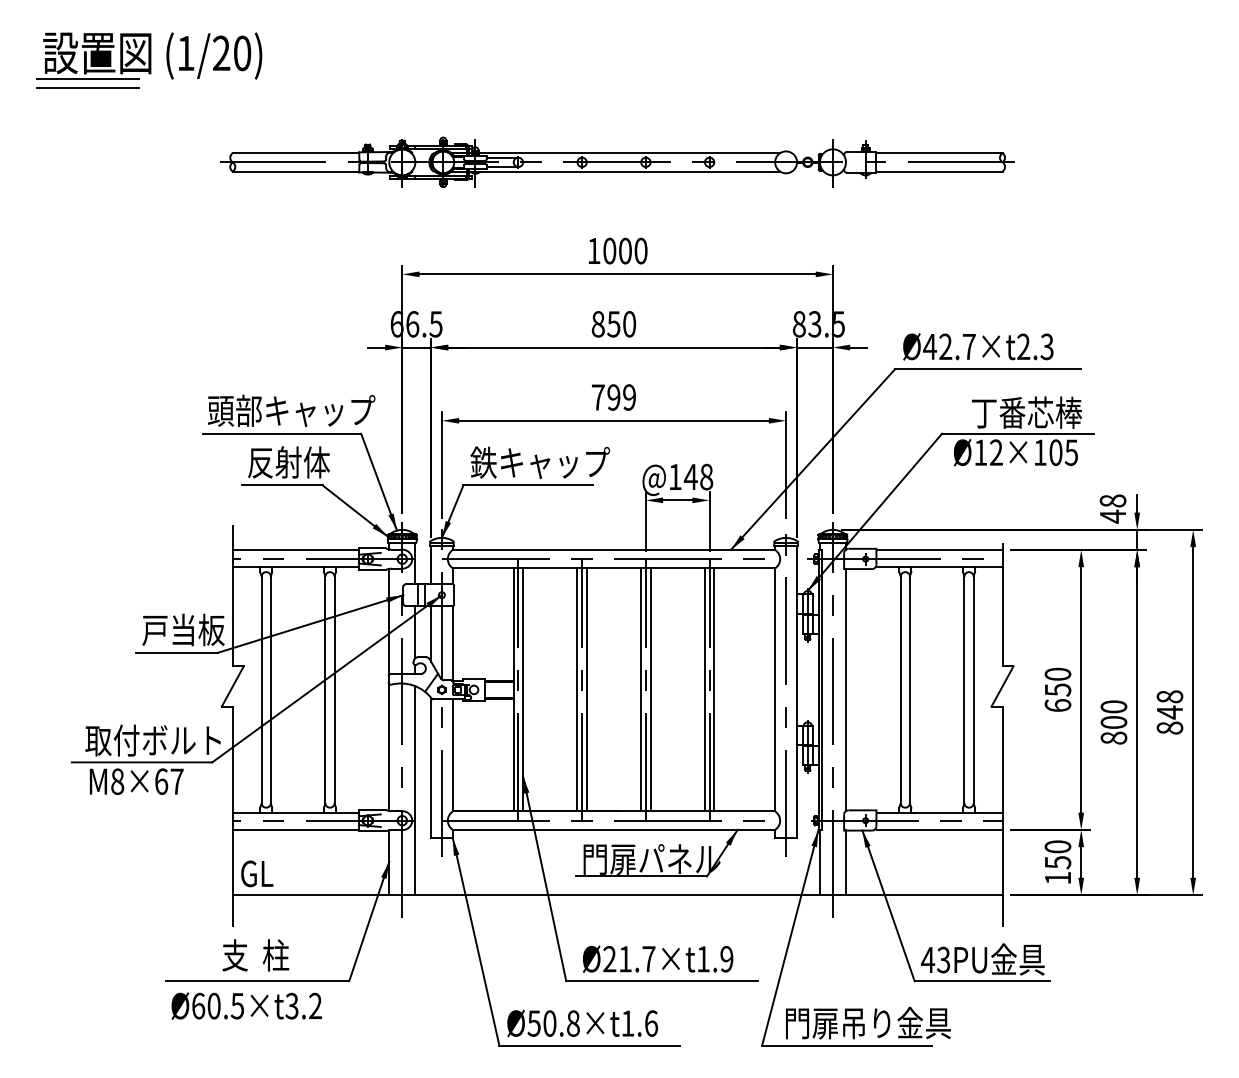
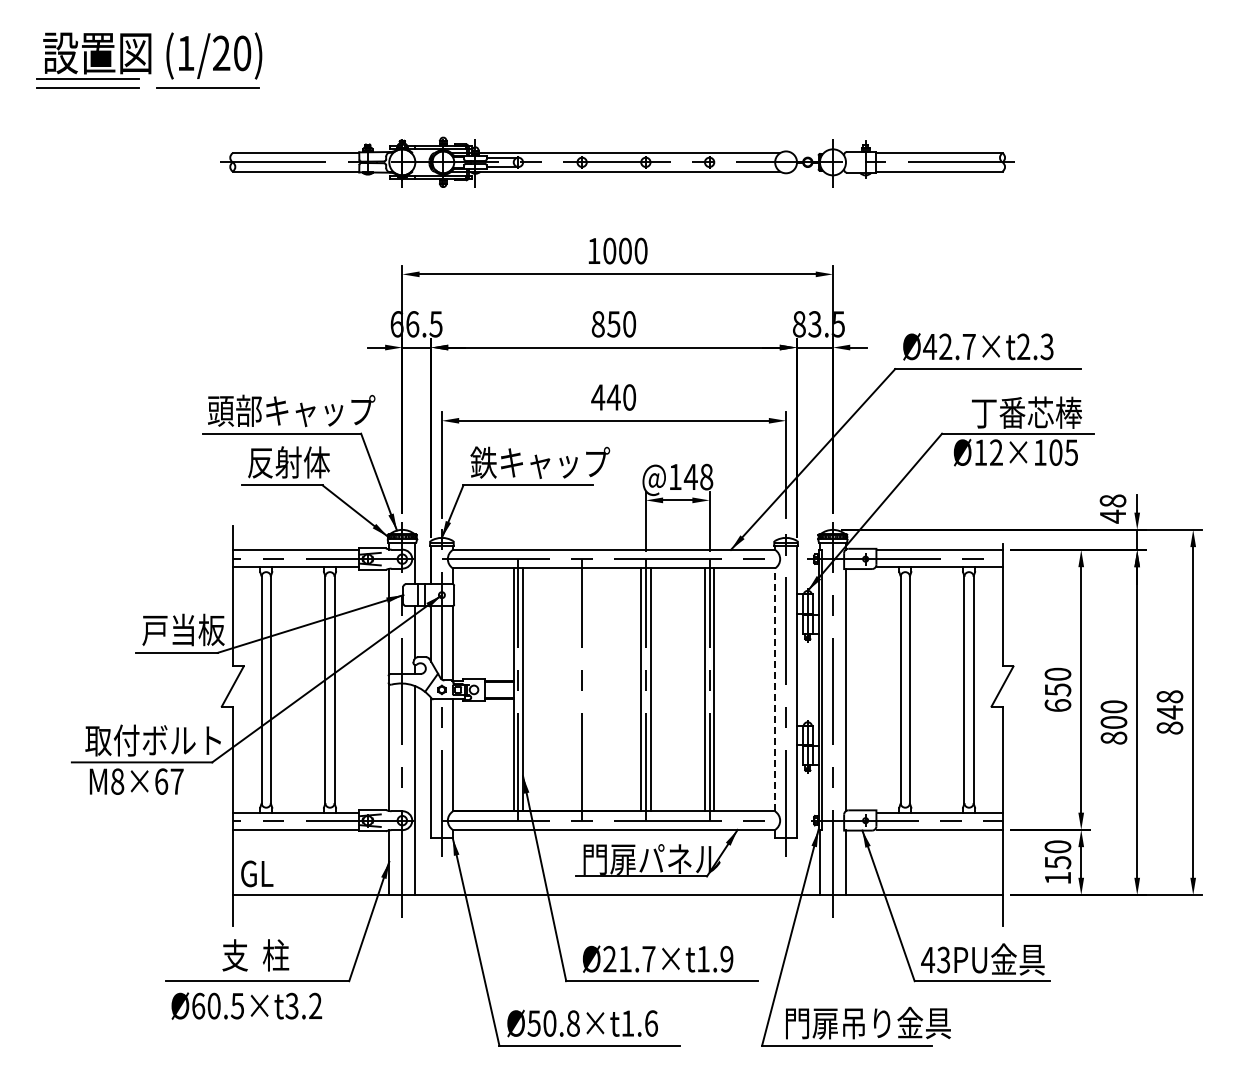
line at (207, 87): none -> present
text at (613, 397): 799 -> 440
line at (577, 689): present -> none
line at (586, 689): present -> none
line at (775, 689): solid -> dashed
